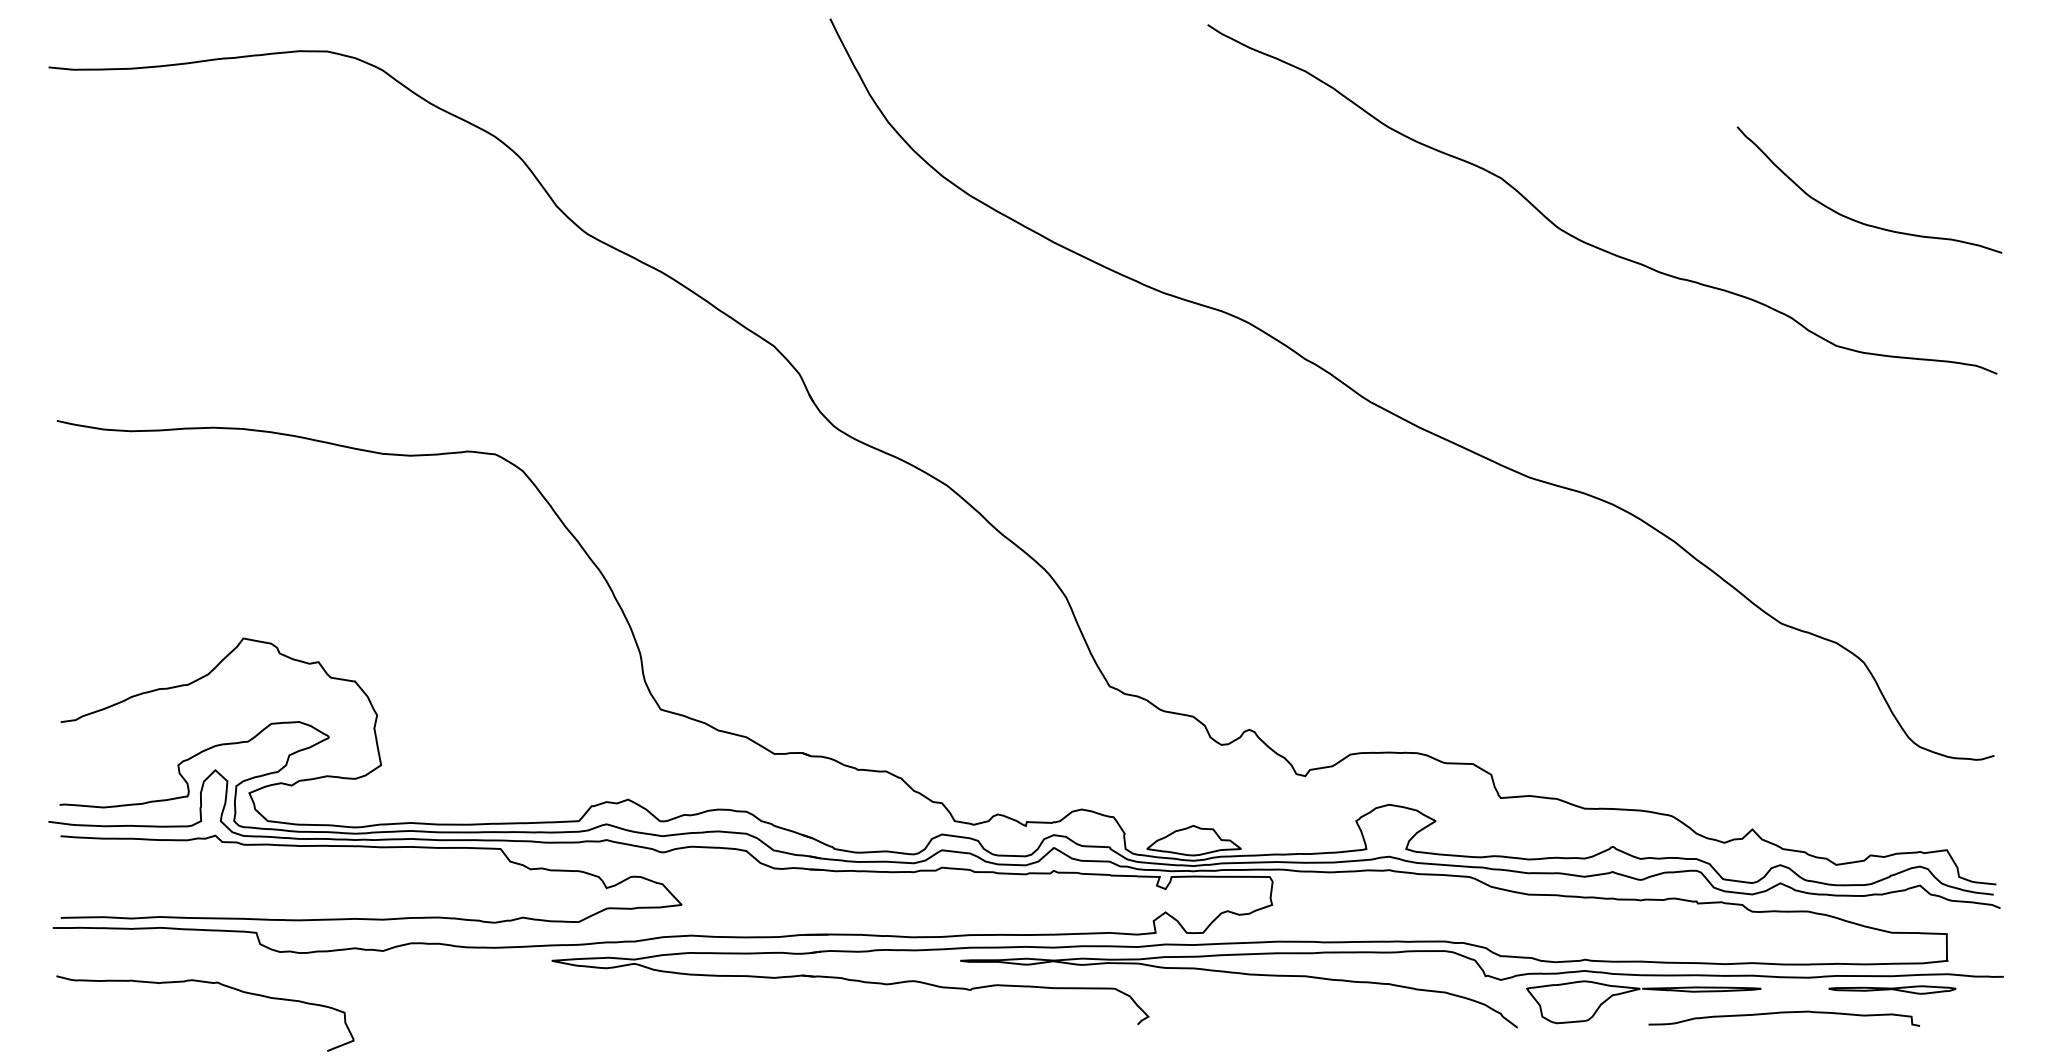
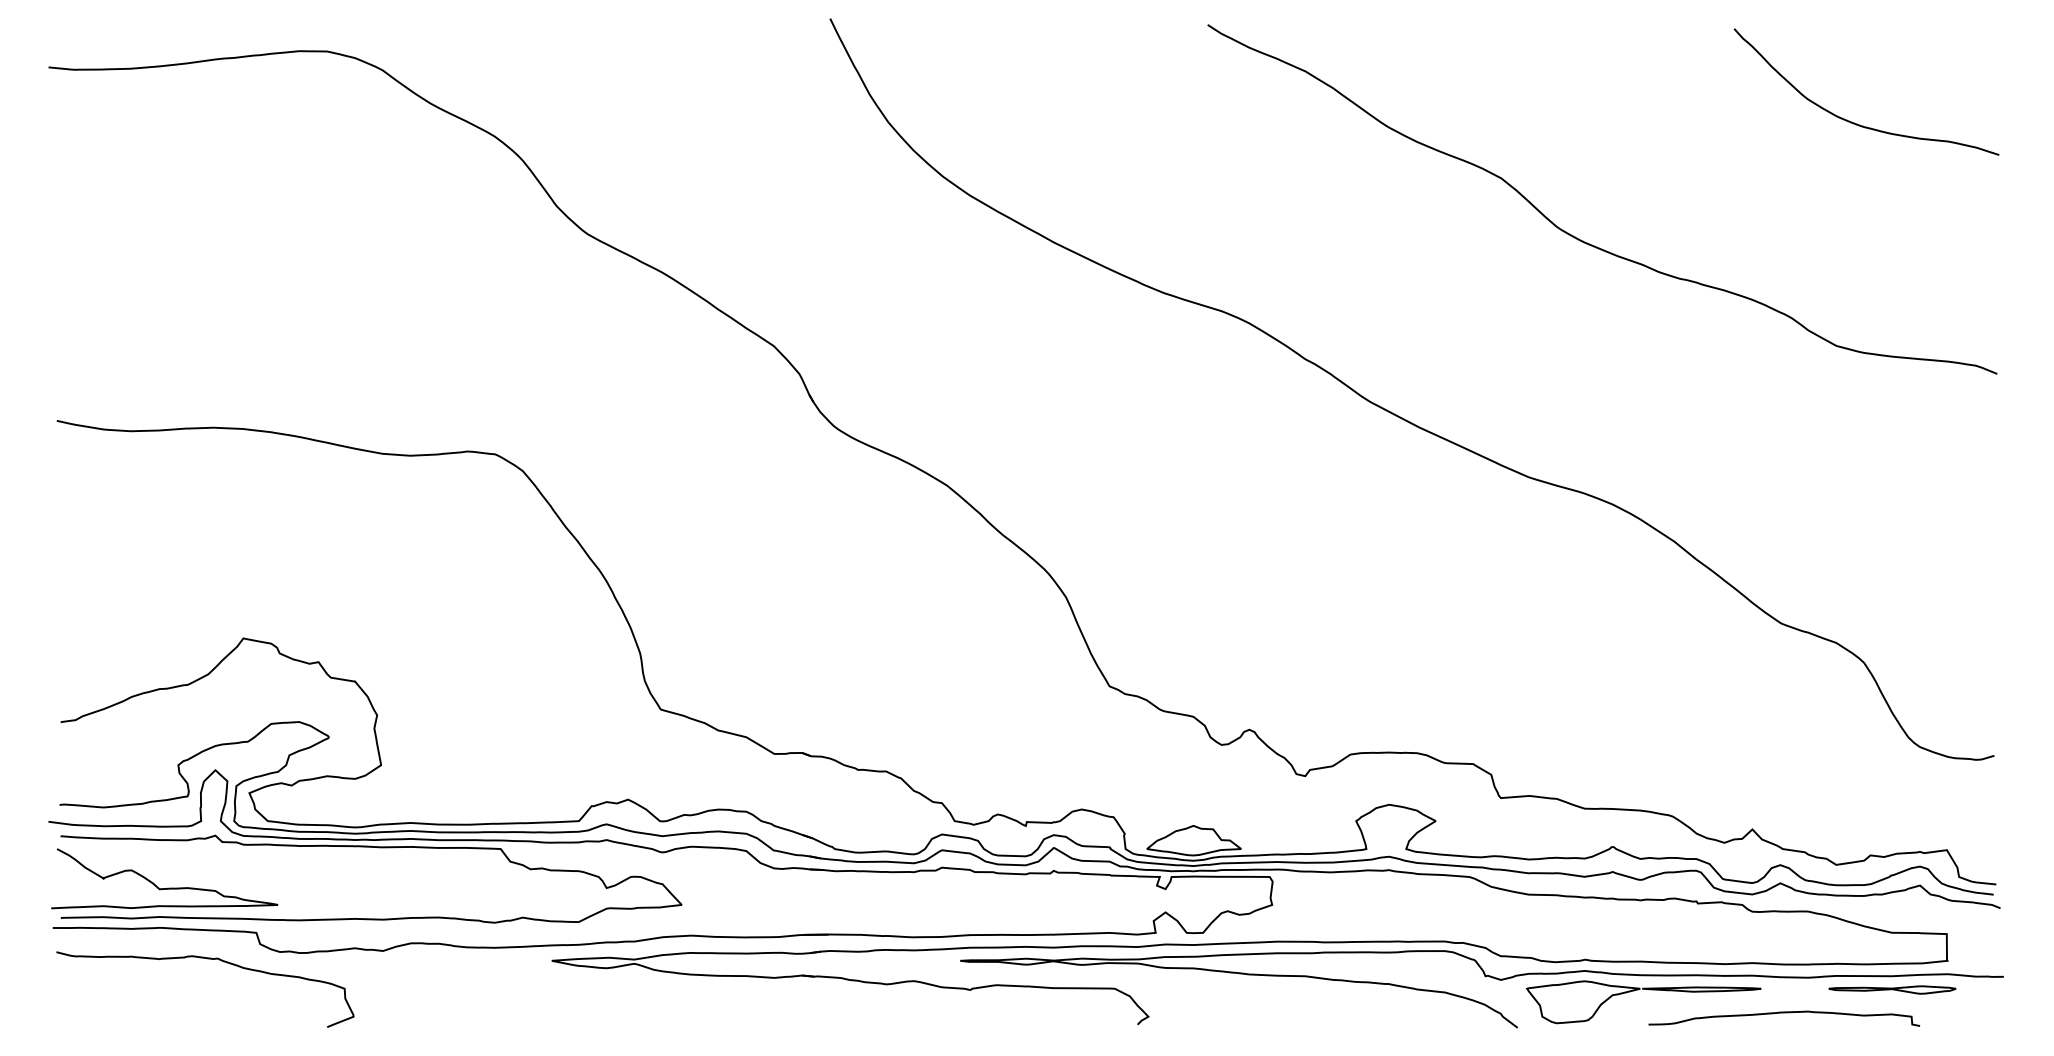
curve at (1857, 220) position: (1857, 220) -> (1854, 122)
curve at (167, 887): none -> present
curve at (207, 983) position: (207, 983) -> (207, 959)
